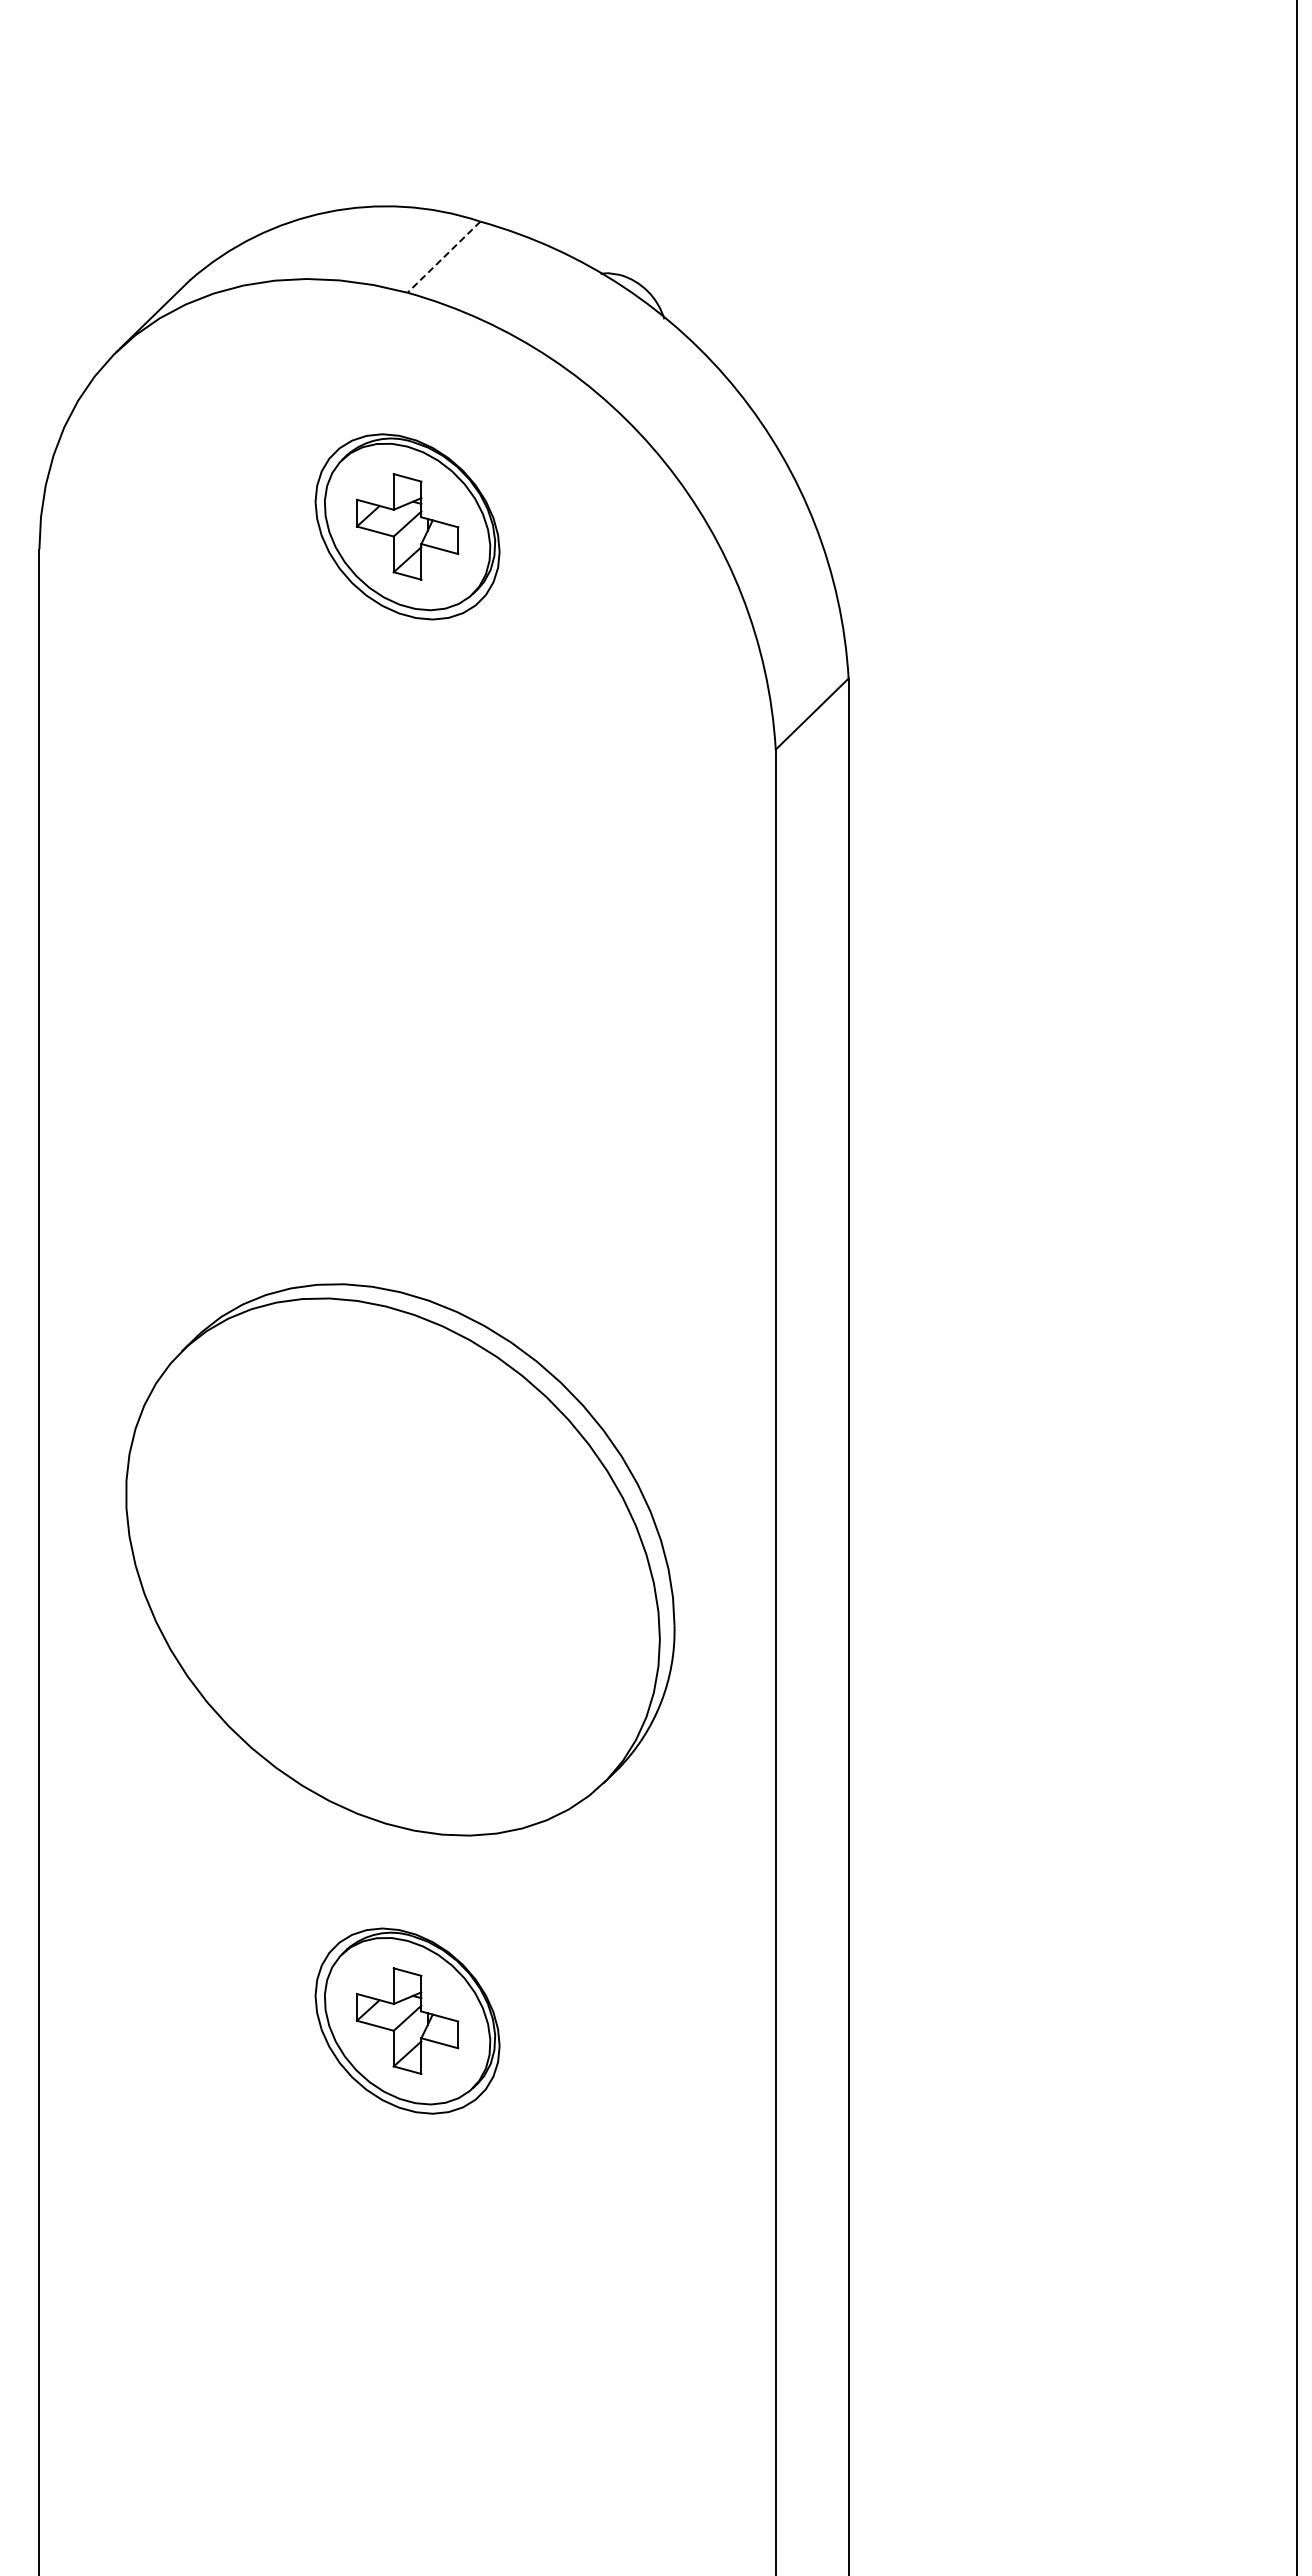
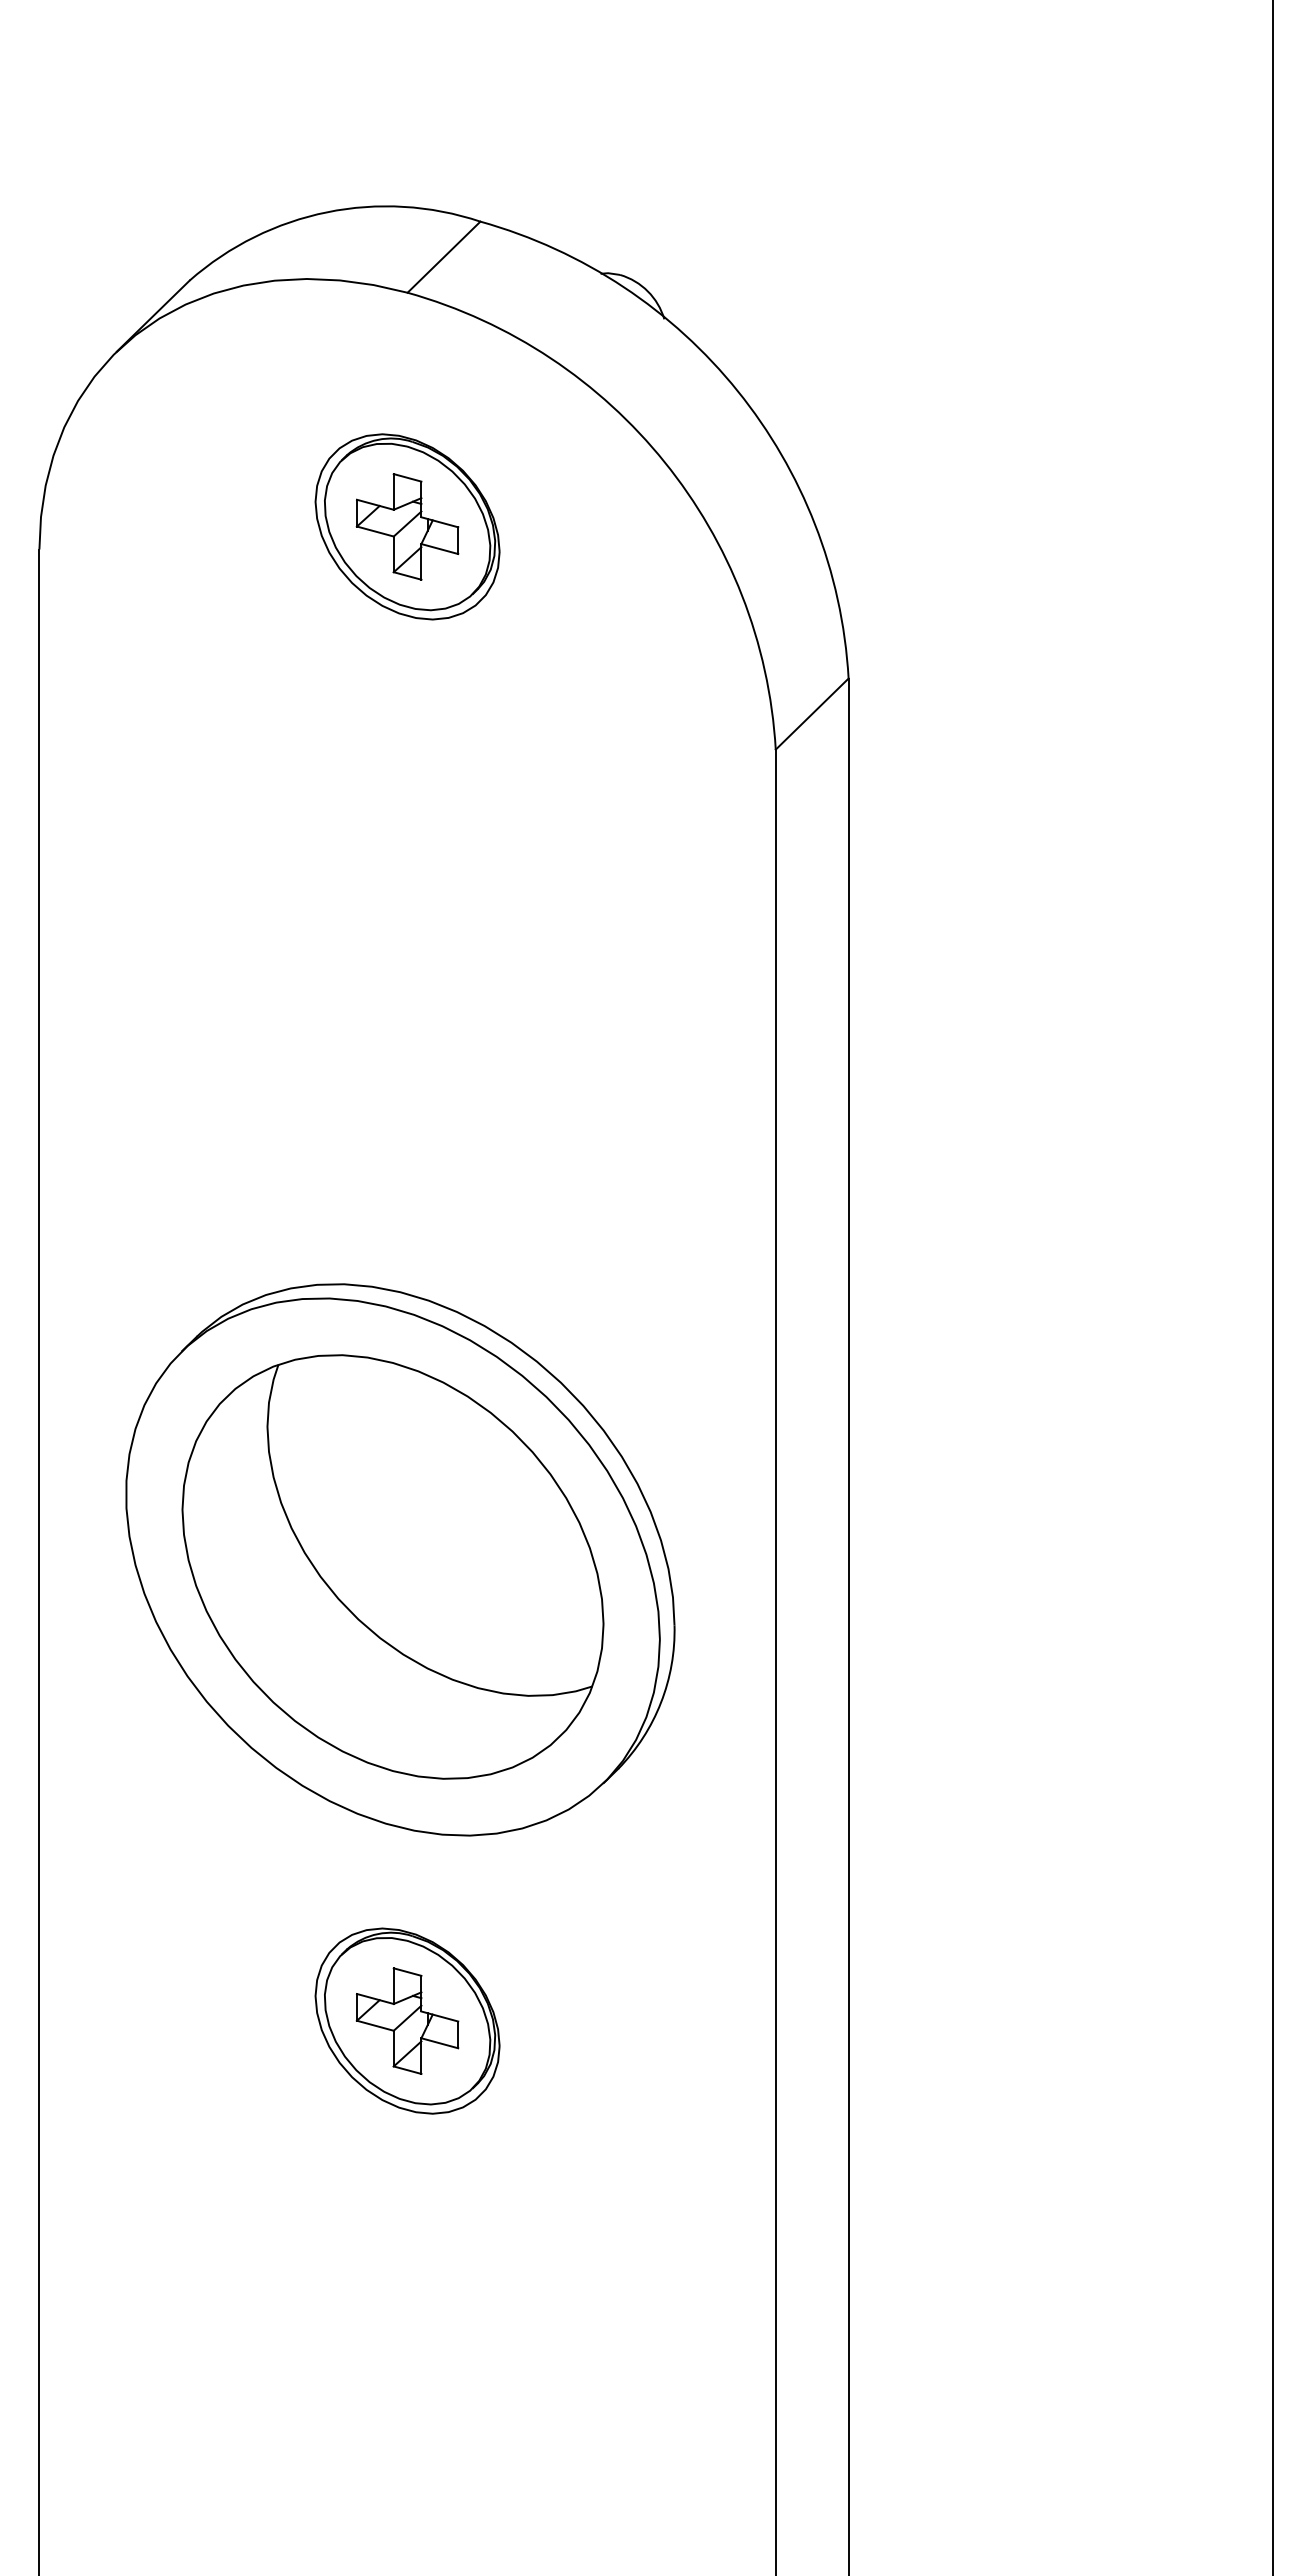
line at (444, 257): dashed -> solid
line at (1296, 1287) position: (1296, 1287) -> (1272, 1287)
part at (392, 1566): none -> present
